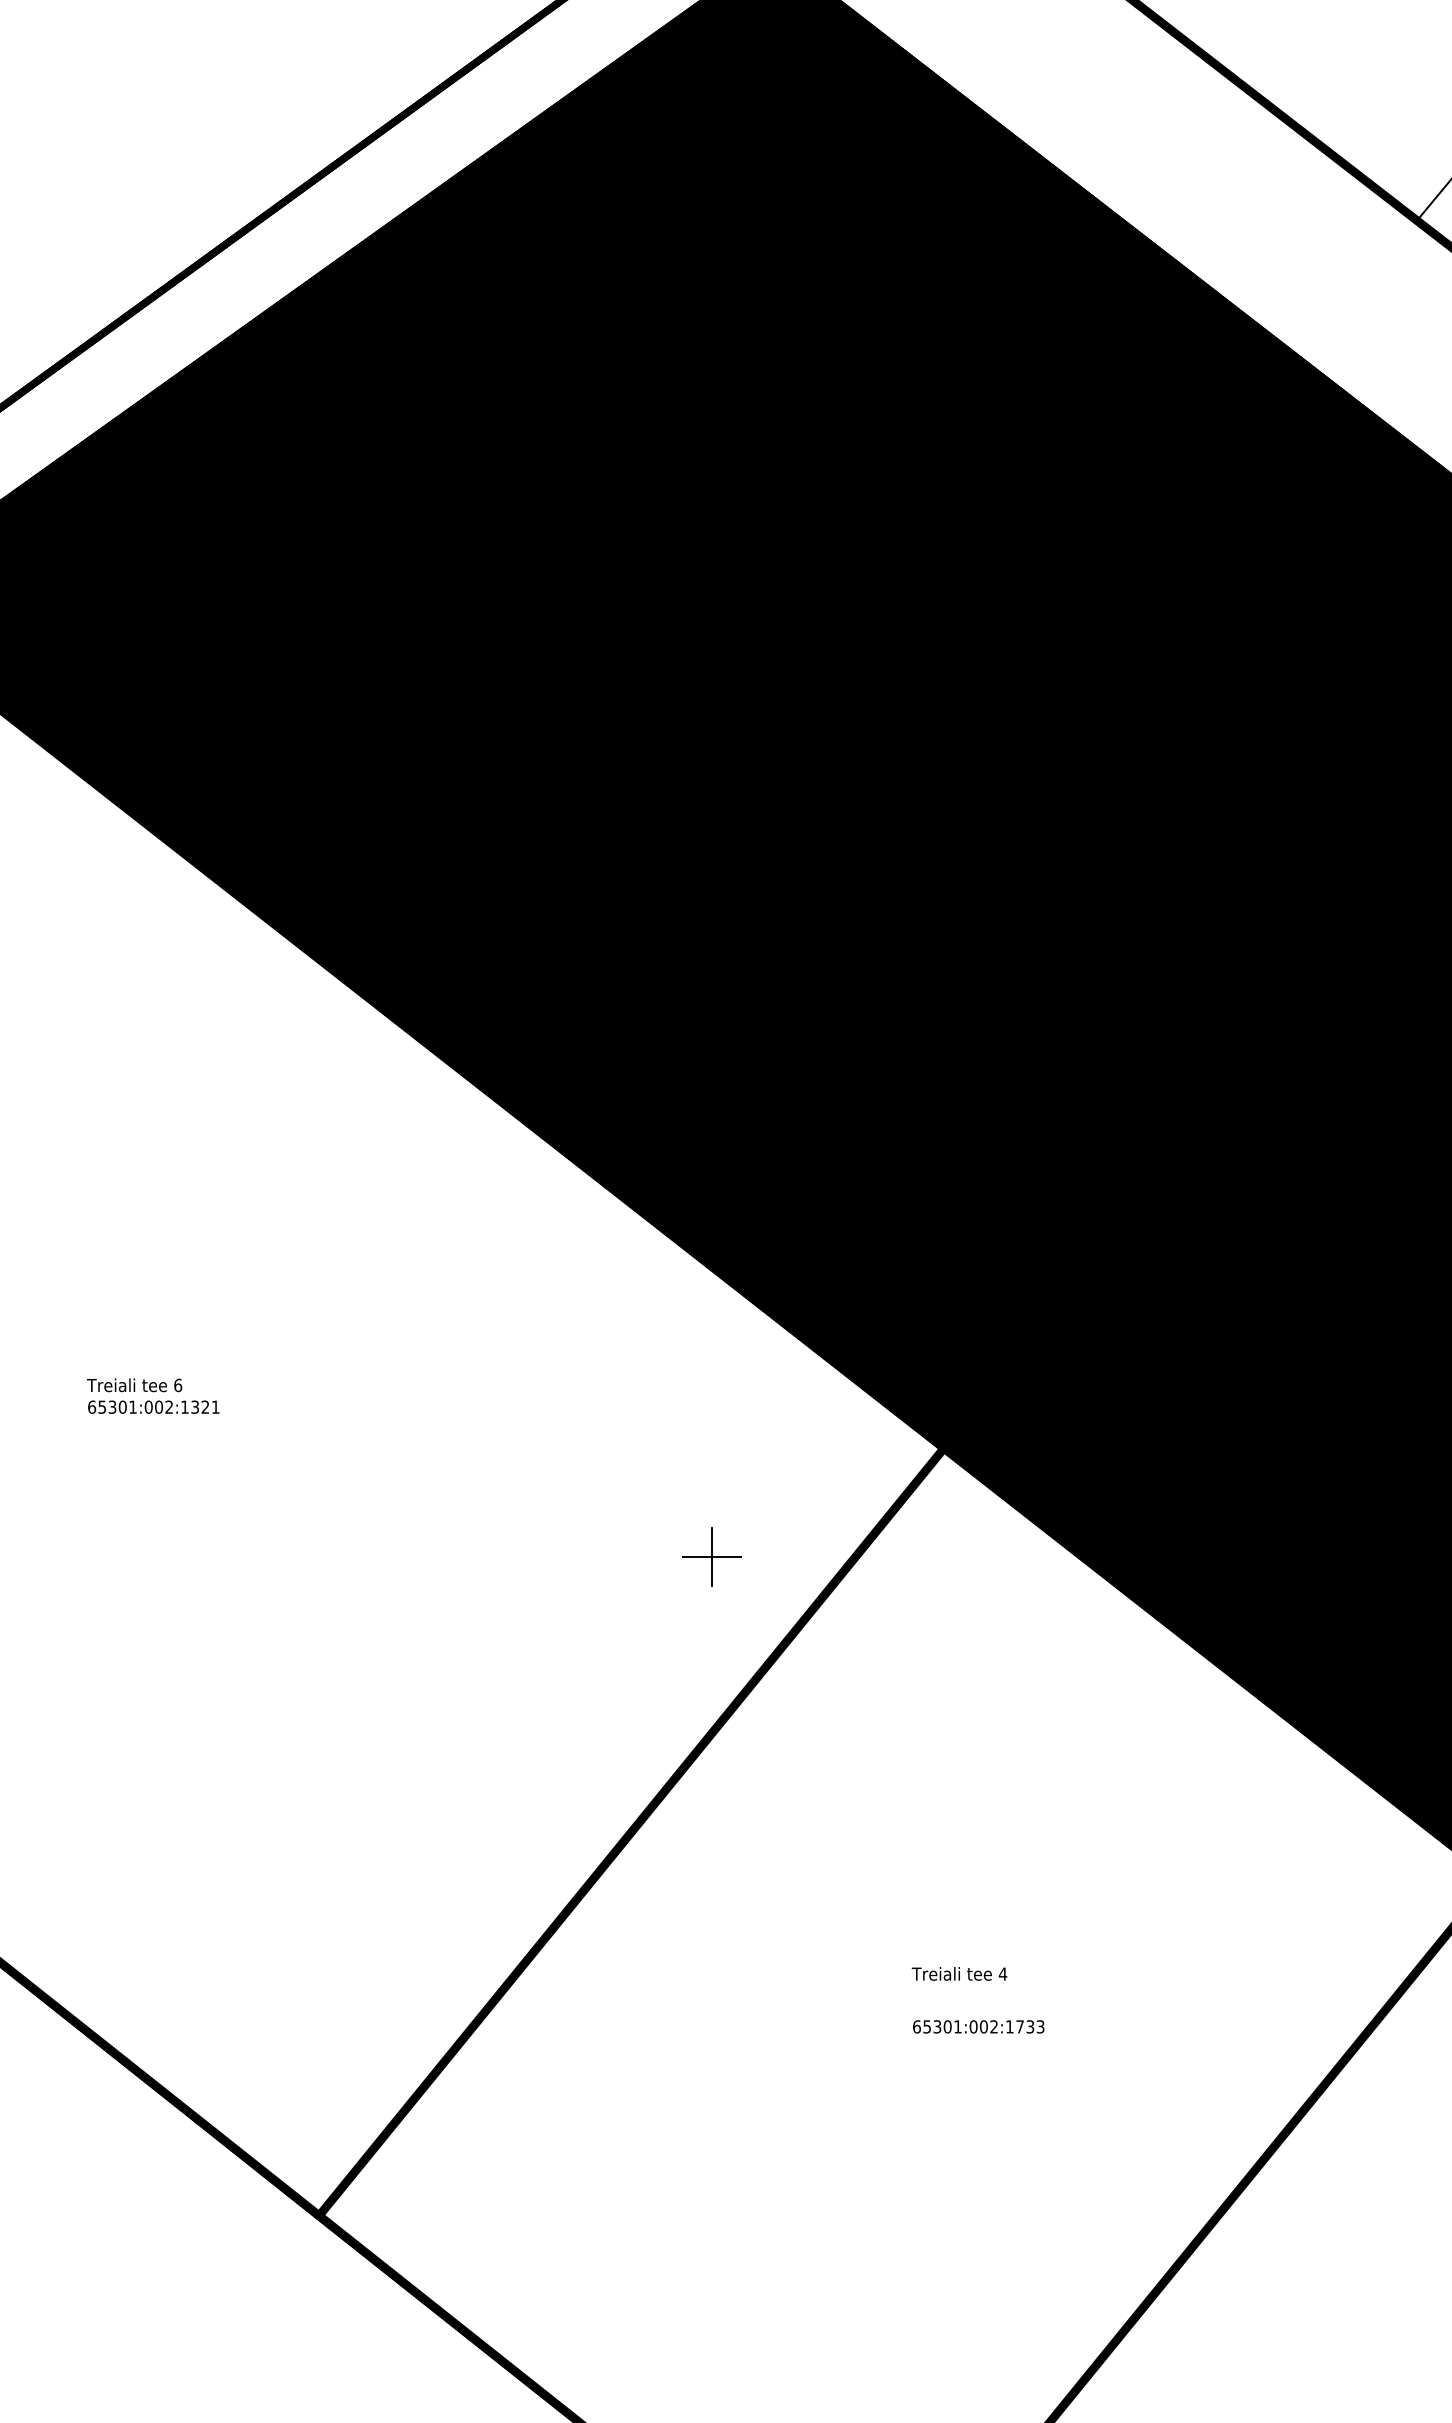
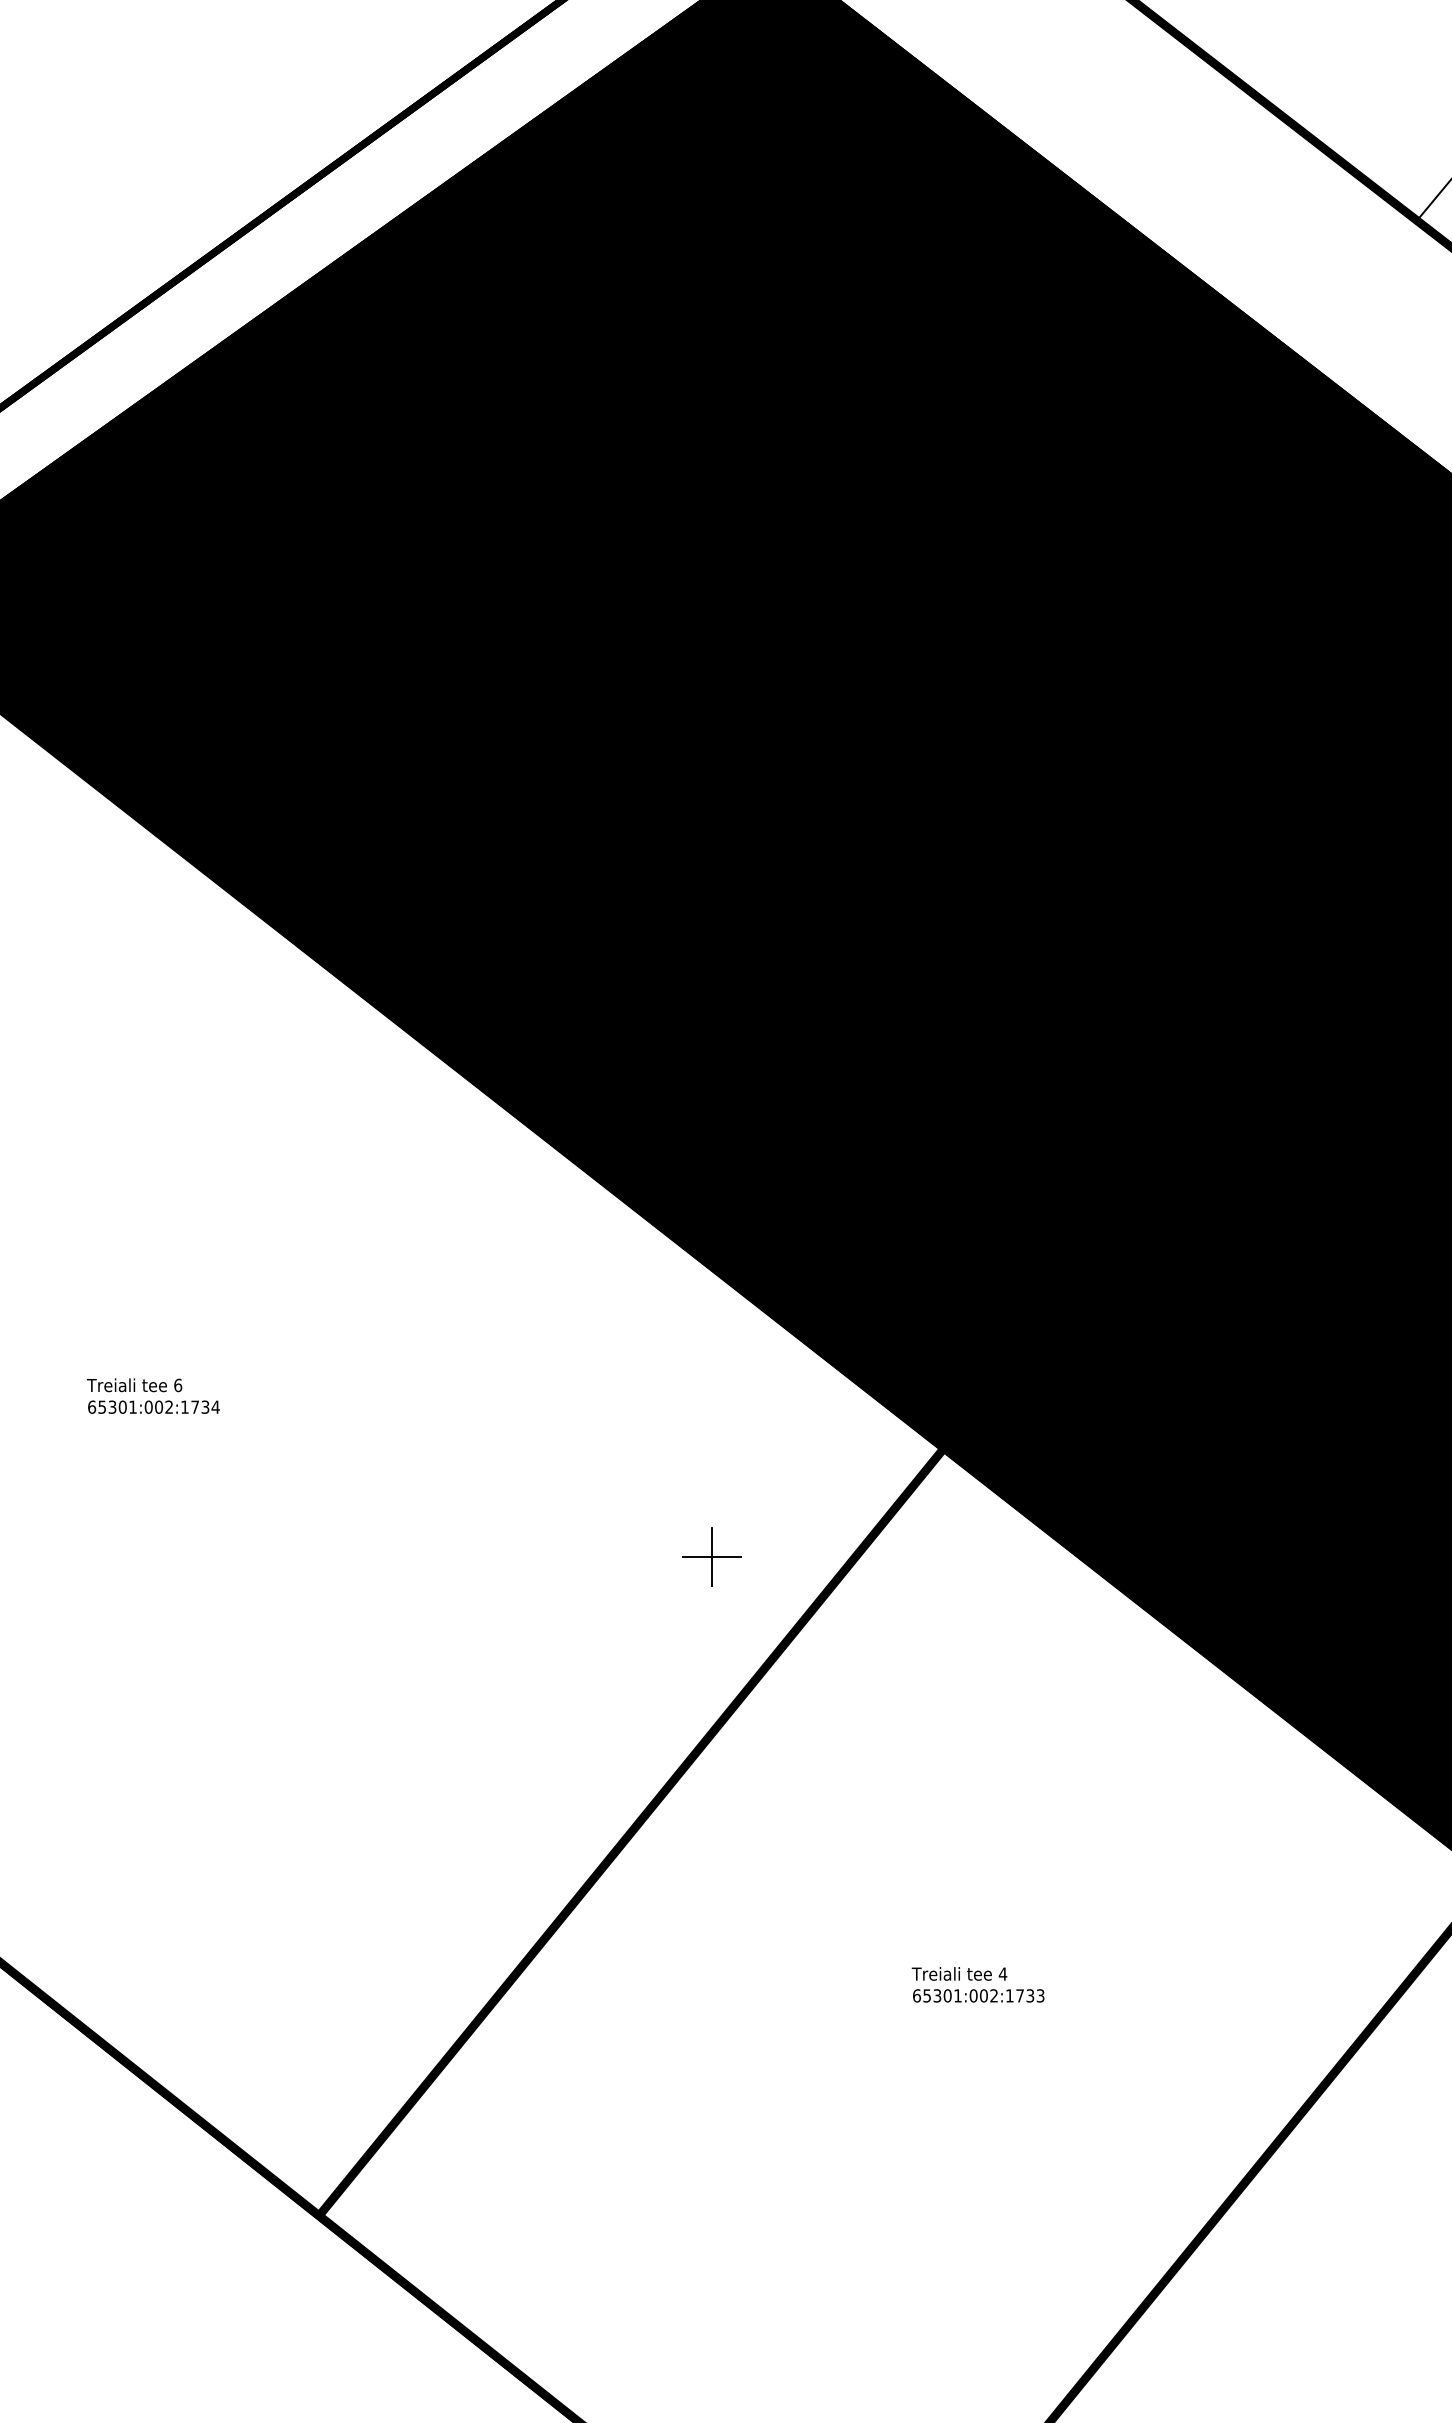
text at (205, 1406): 65301:002:1321 -> 65301:002:1734
text at (978, 2026) position: (978, 2026) -> (978, 1995)
